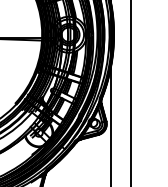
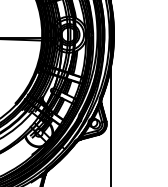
line at (130, 92): present -> none
